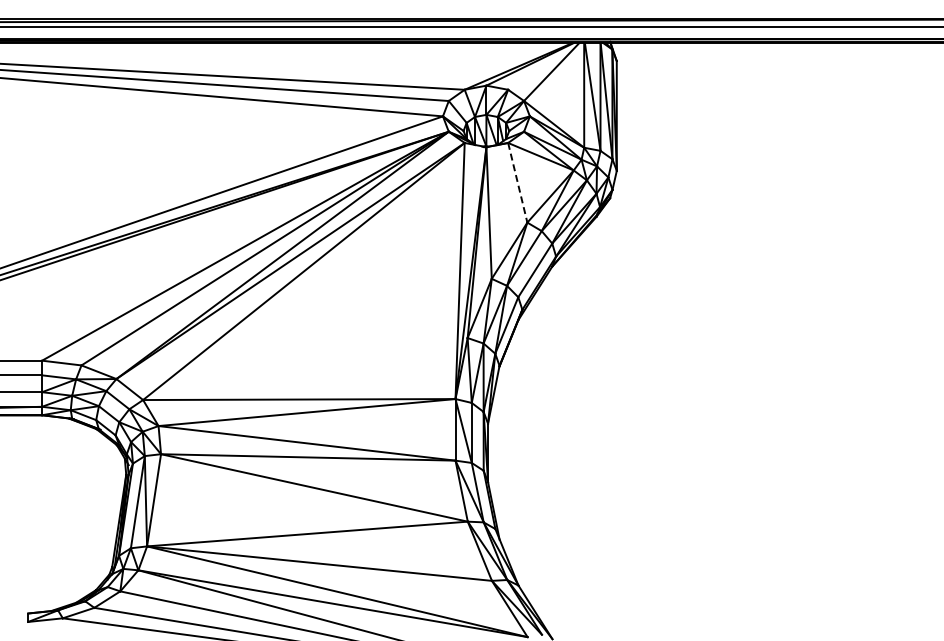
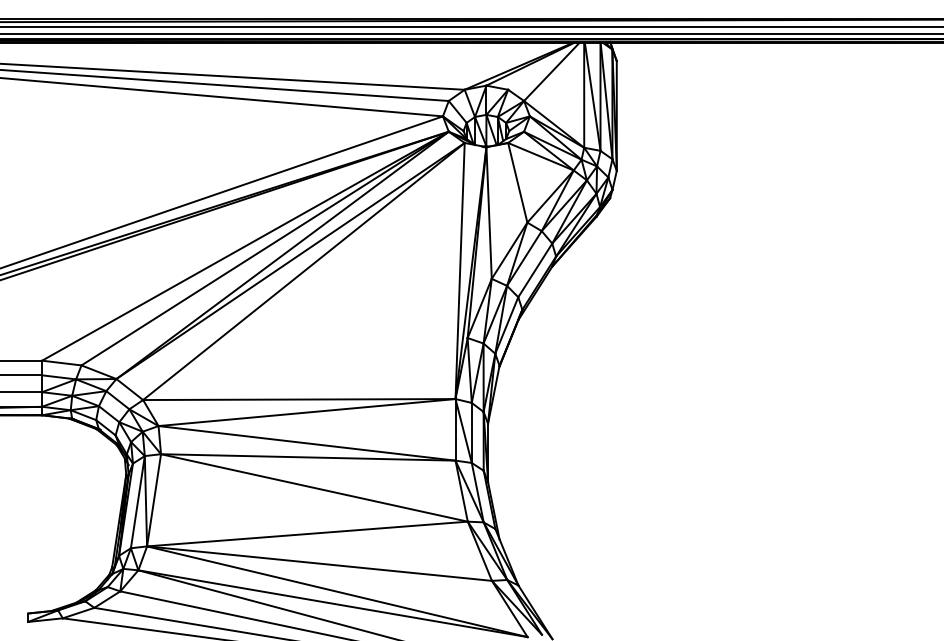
line at (471, 33): none -> present
line at (517, 182): dashed -> solid
